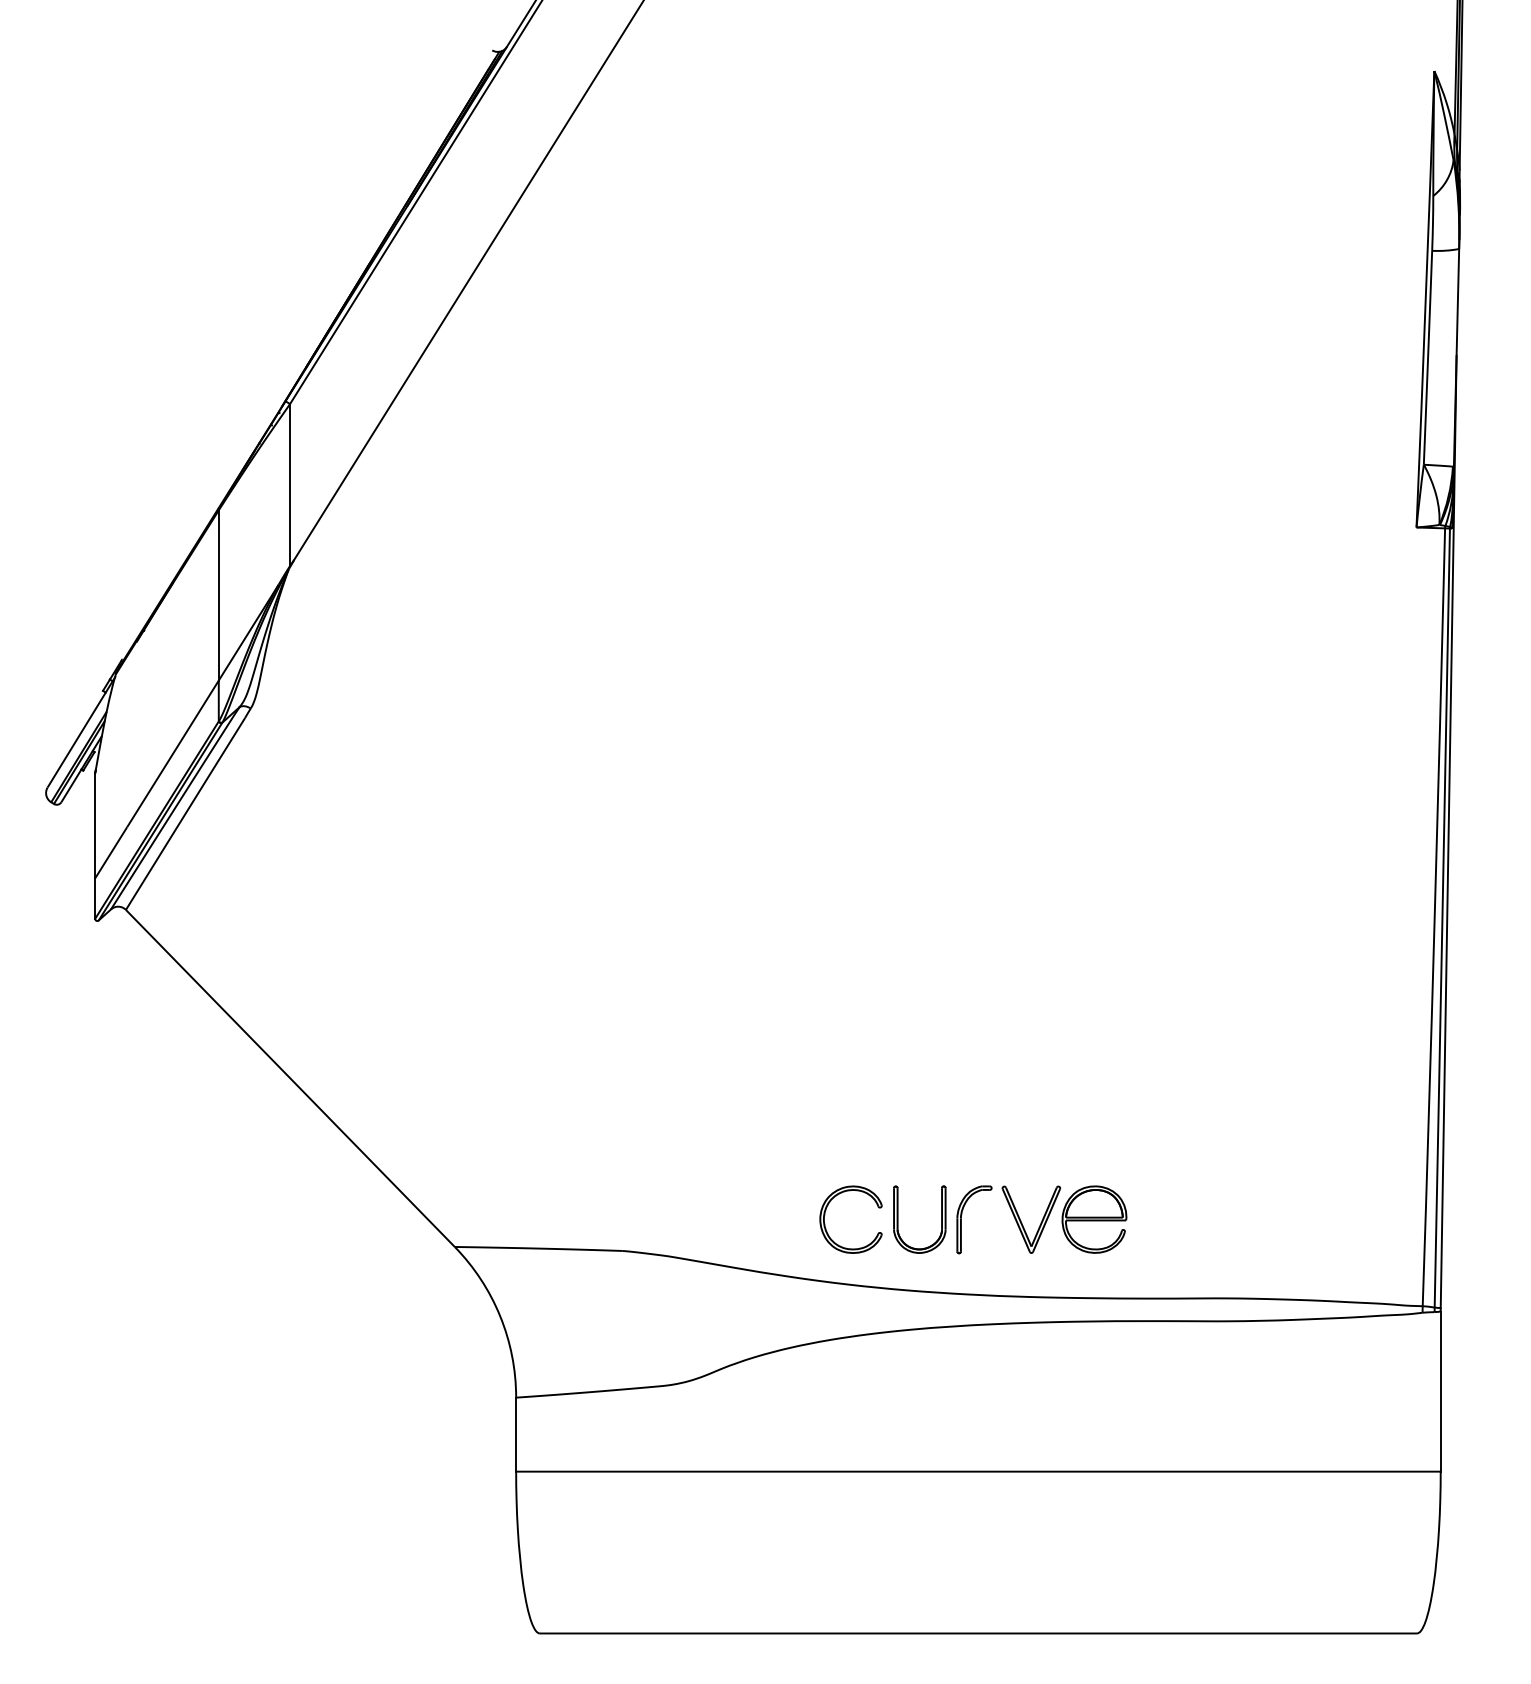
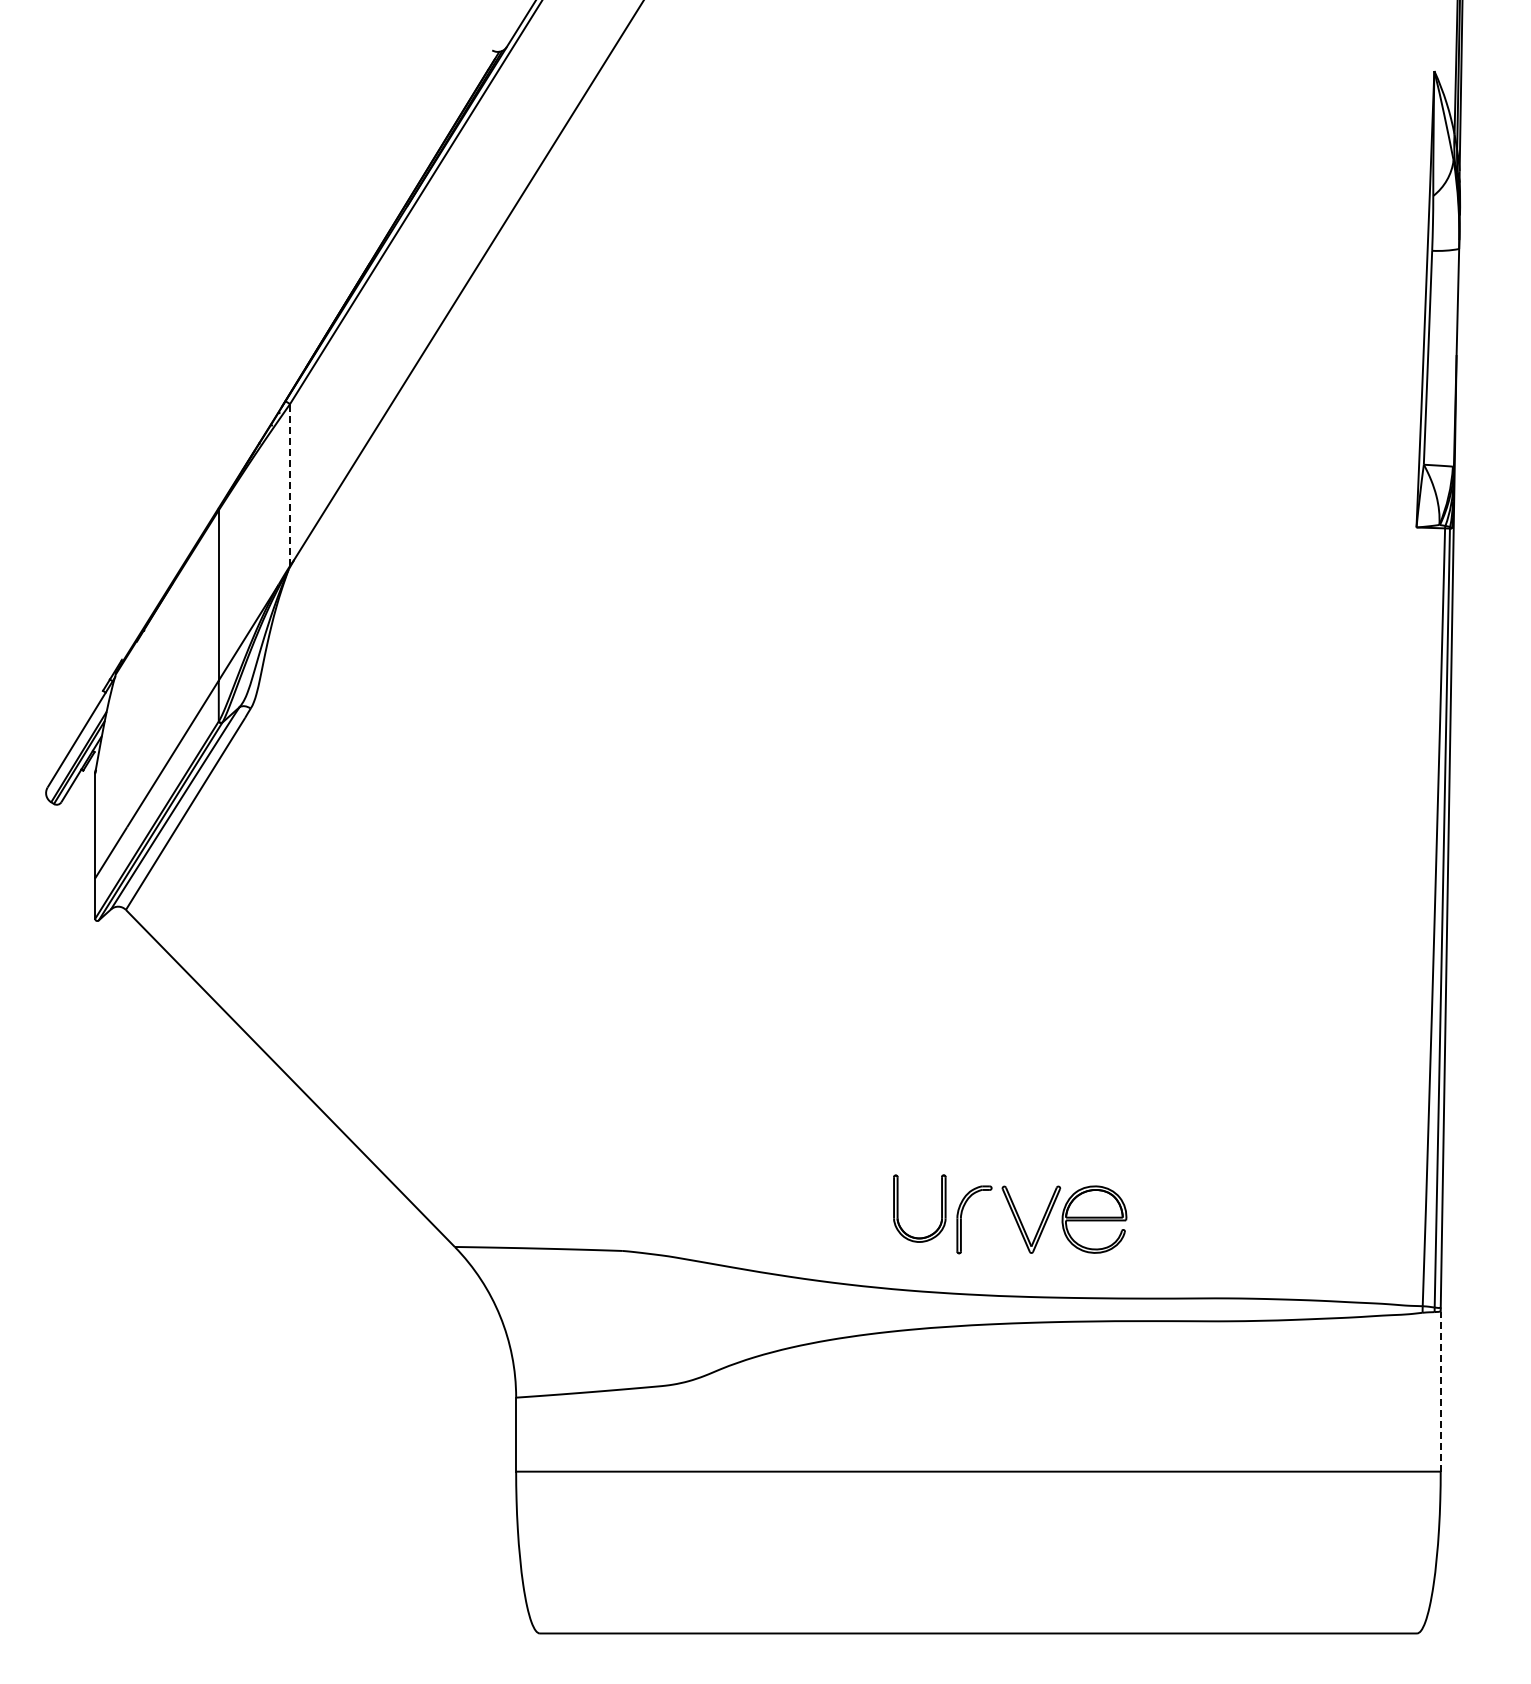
line at (290, 485): solid -> dashed
part at (825, 1215): present -> none
part at (898, 1219) position: (898, 1219) -> (898, 1208)
line at (1440, 1391): solid -> dashed
